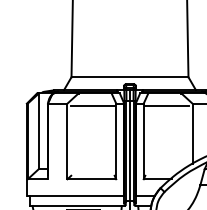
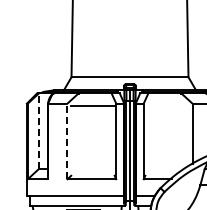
line at (166, 105): present -> none
line at (39, 131): solid -> dashed
line at (67, 141): solid -> dashed
